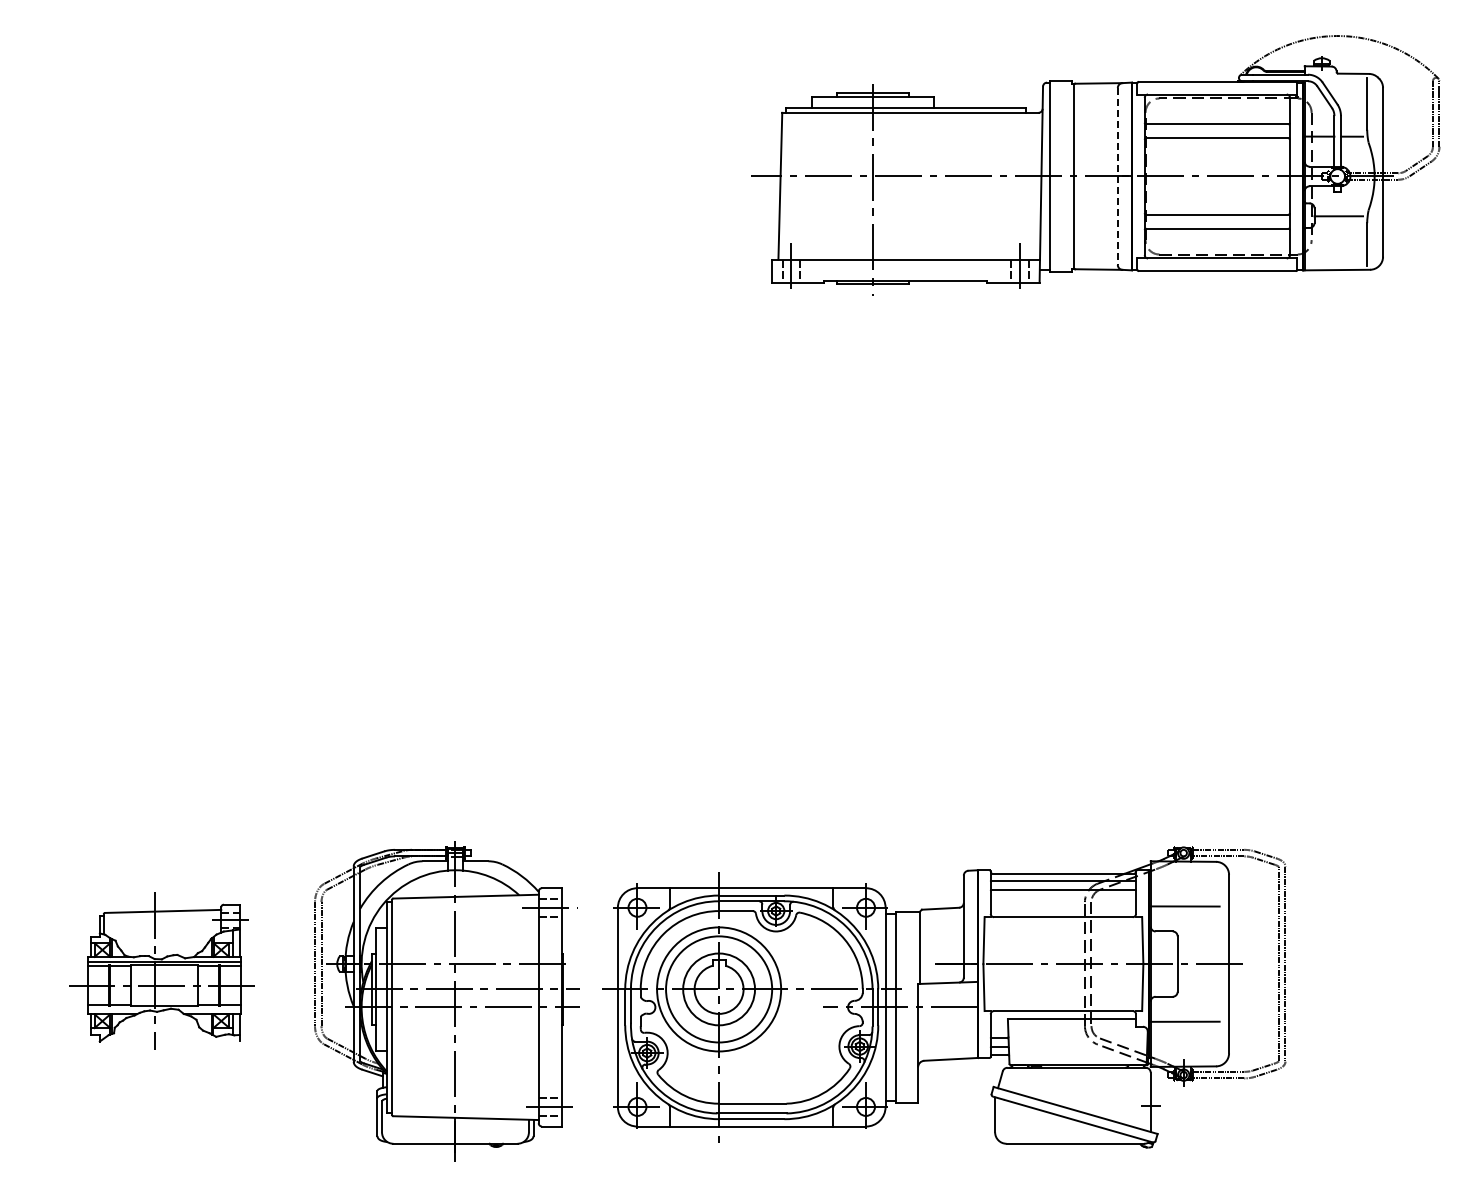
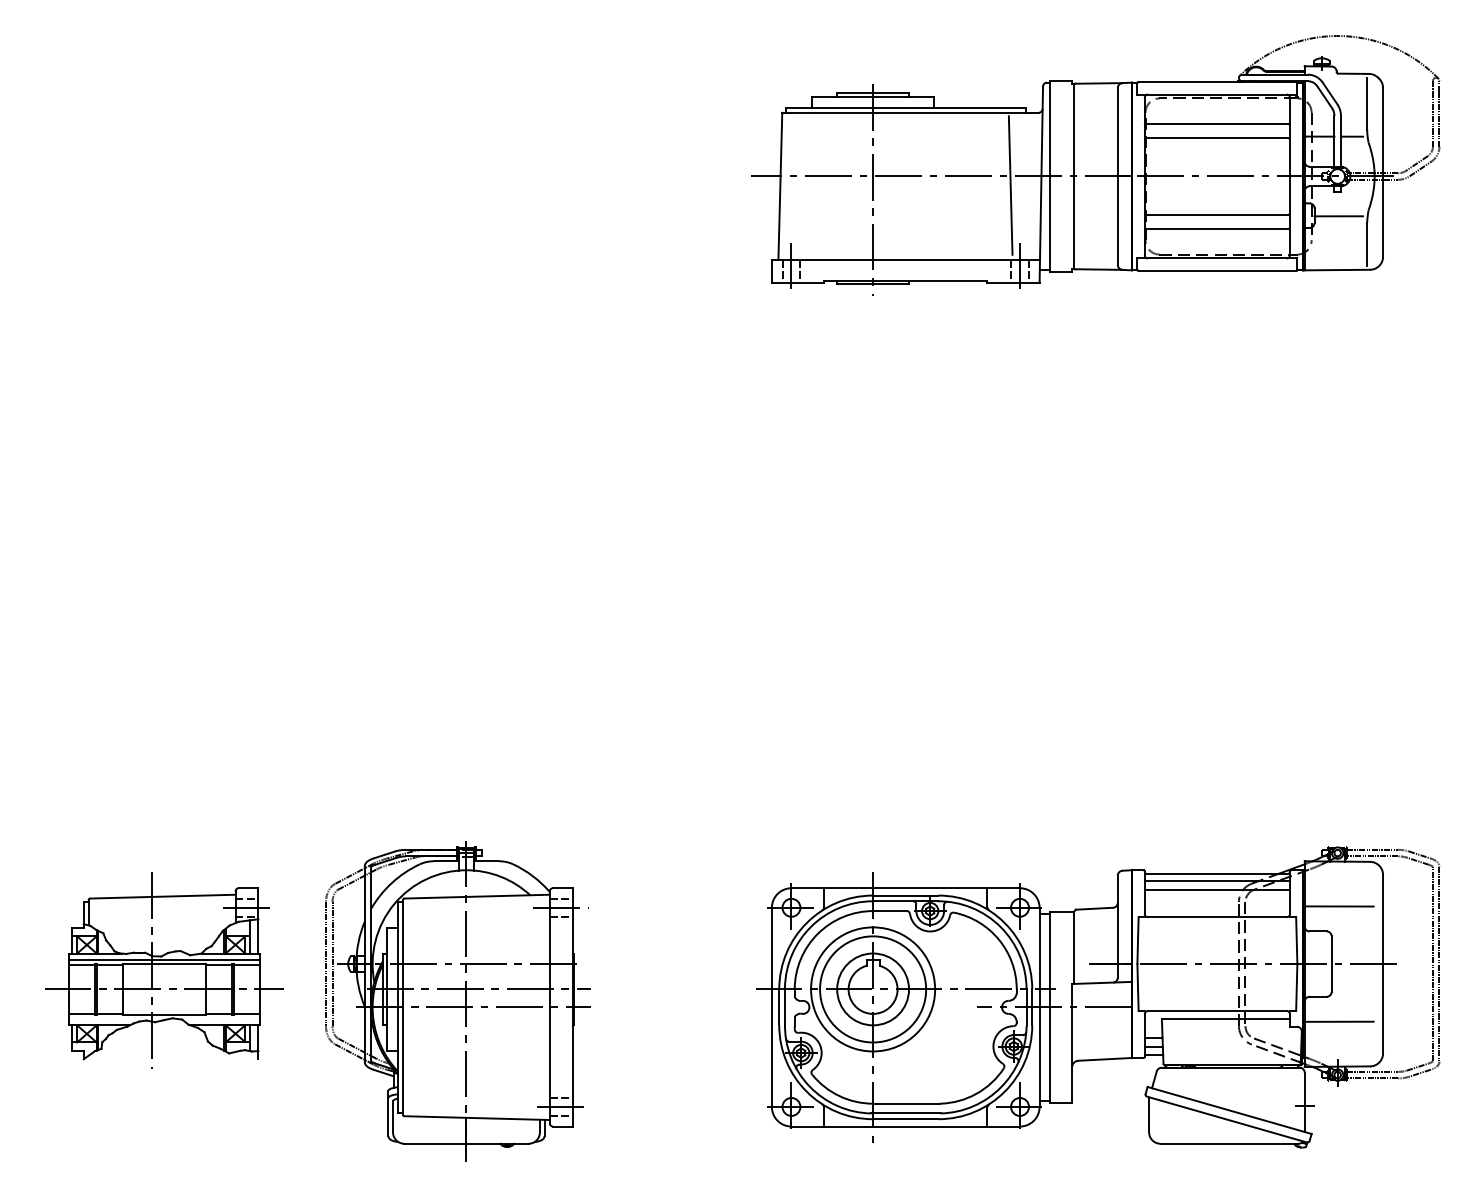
line at (1117, 177): dashed -> solid
line at (1010, 185): none -> present
part at (161, 970) size: 186x158 px -> 239x197 px
part at (944, 997) position: (944, 997) -> (1098, 997)
part at (446, 1001) position: (446, 1001) -> (457, 1001)
